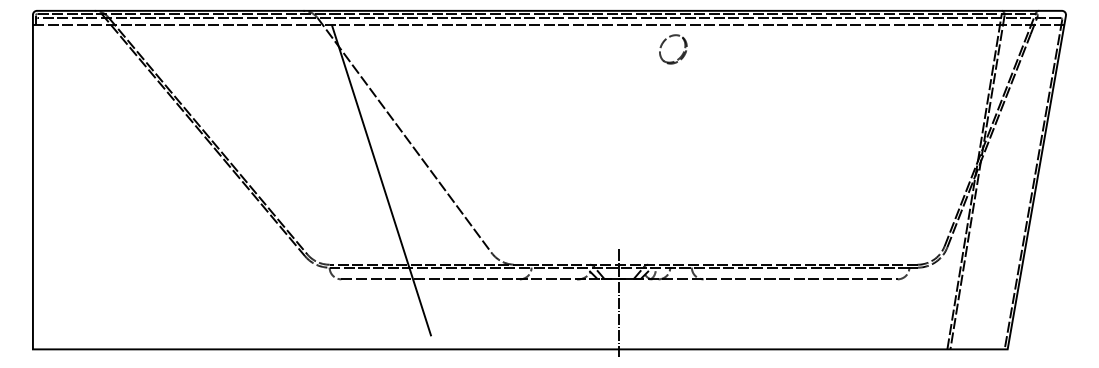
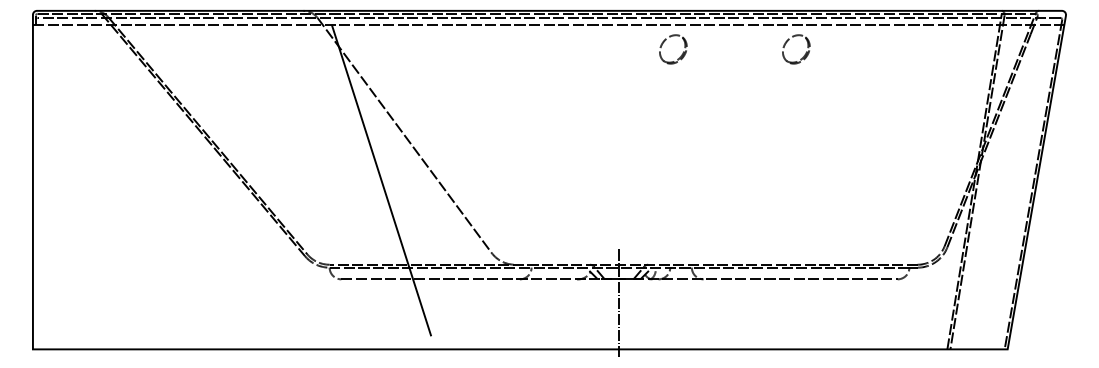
part at (804, 54): none -> present
